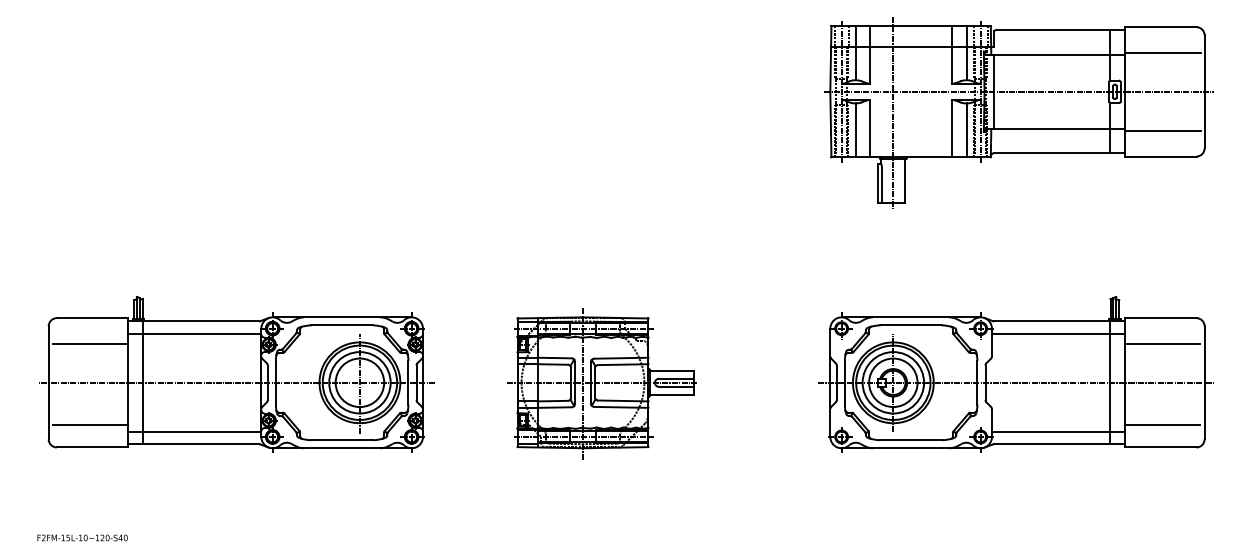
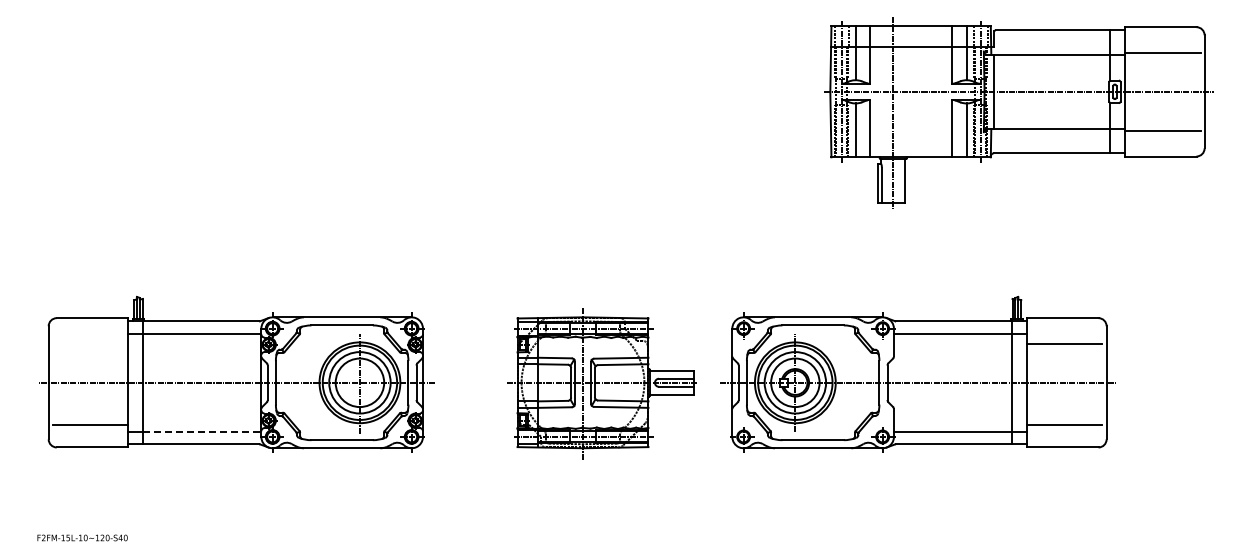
line at (90, 344): present -> none
part at (1015, 373) position: (1015, 373) -> (917, 373)
line at (202, 431): solid -> dashed
